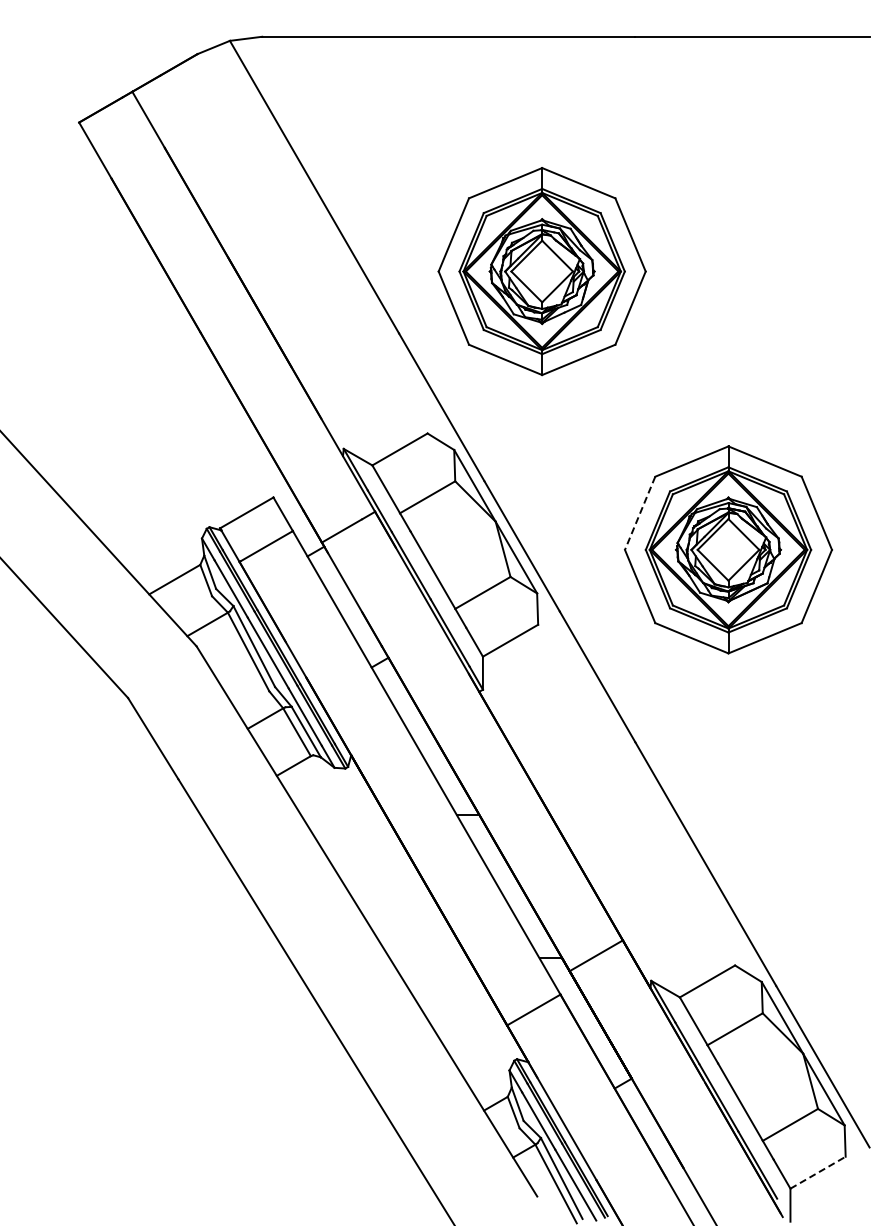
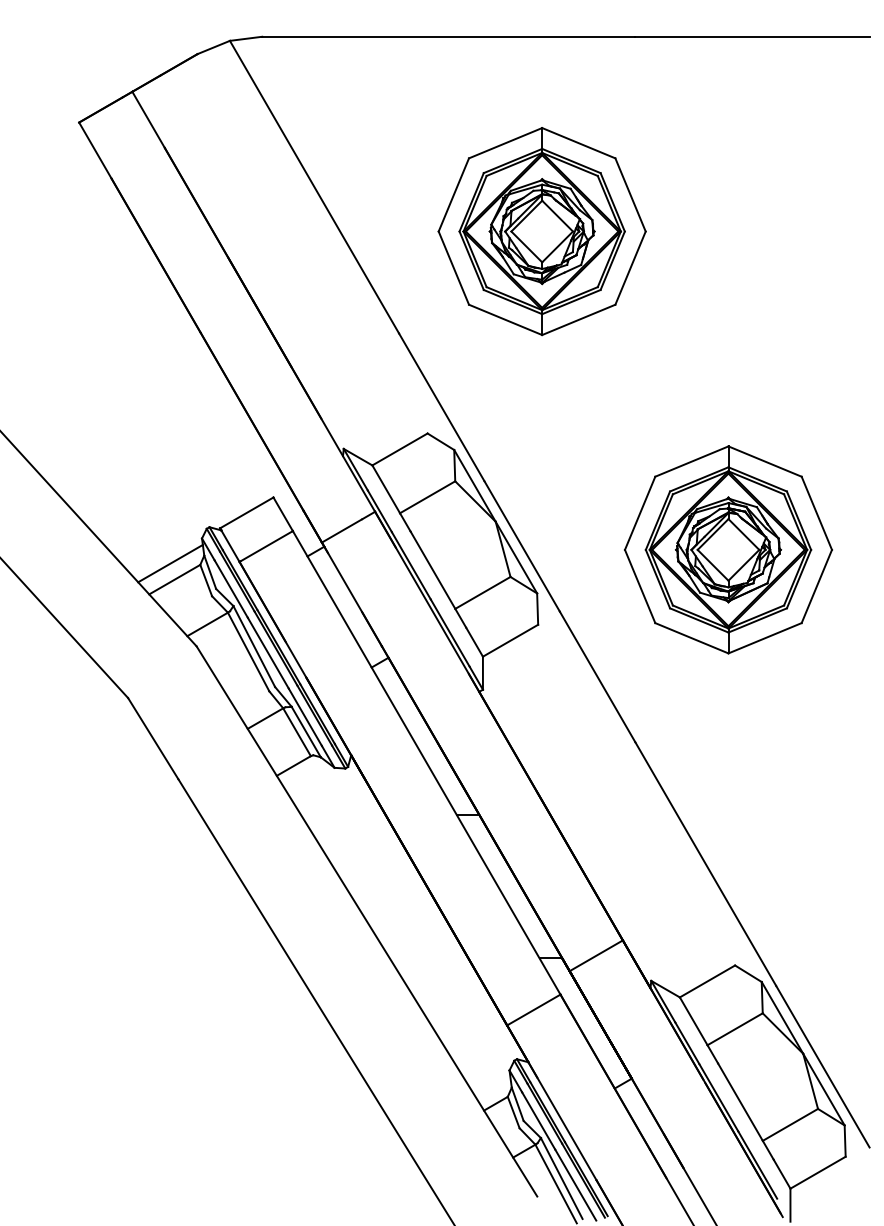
part at (541, 271) position: (541, 271) -> (541, 231)
line at (640, 513): dashed -> solid
line at (170, 563): none -> present
line at (818, 1172): dashed -> solid
